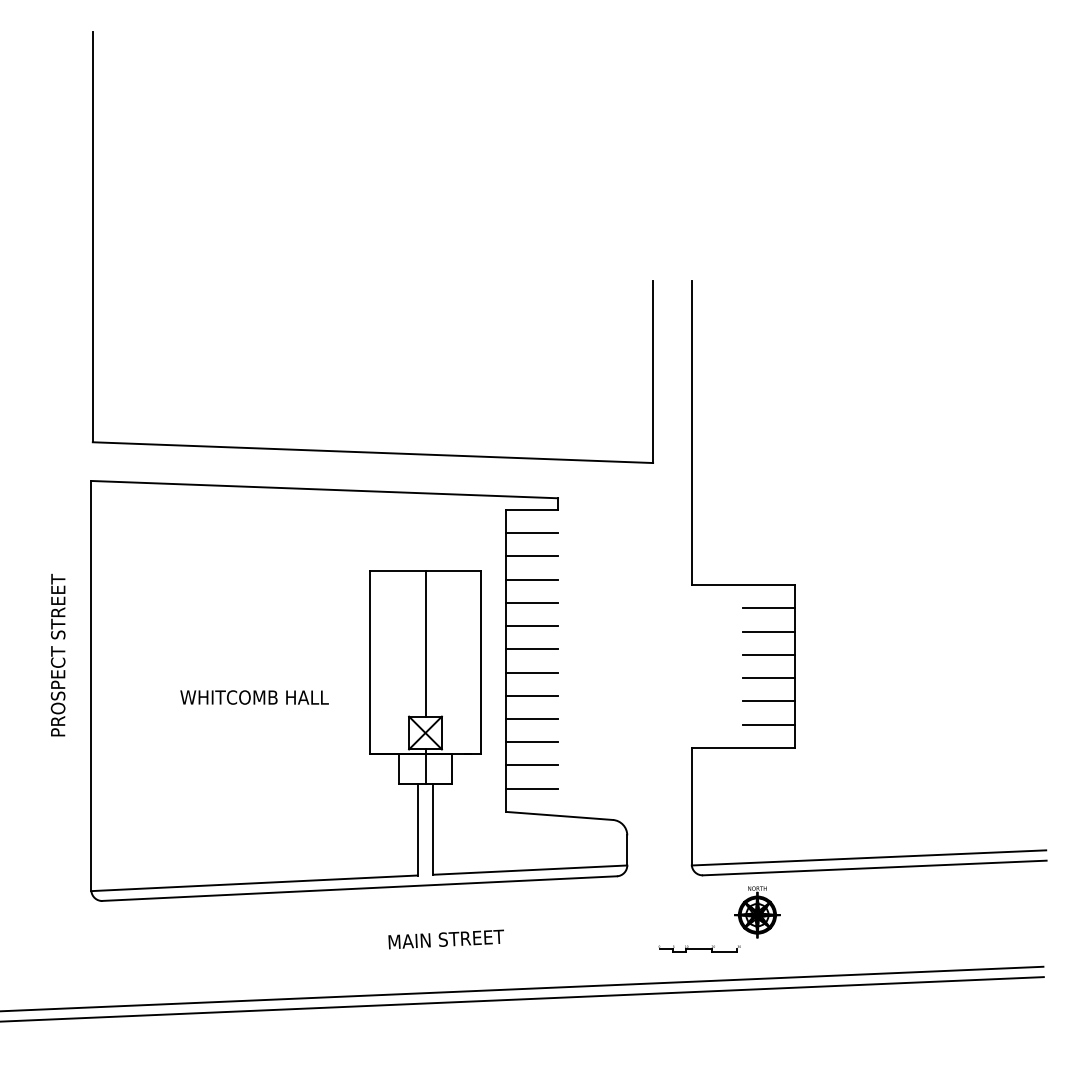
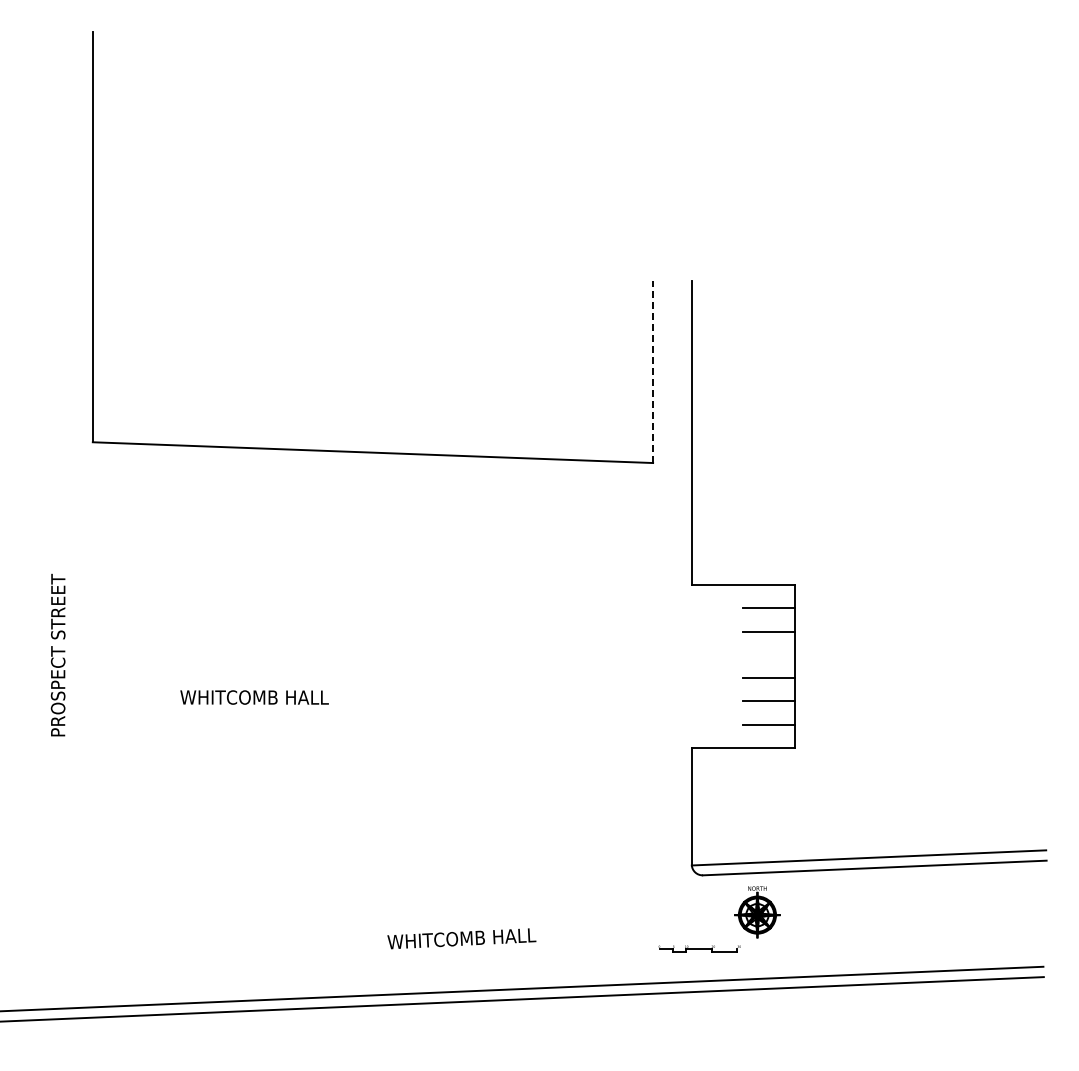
line at (653, 372): solid -> dashed
line at (768, 654): present -> none
part at (359, 690): present -> none
text at (461, 938): MAIN STREET -> WHITCOMB HALL
